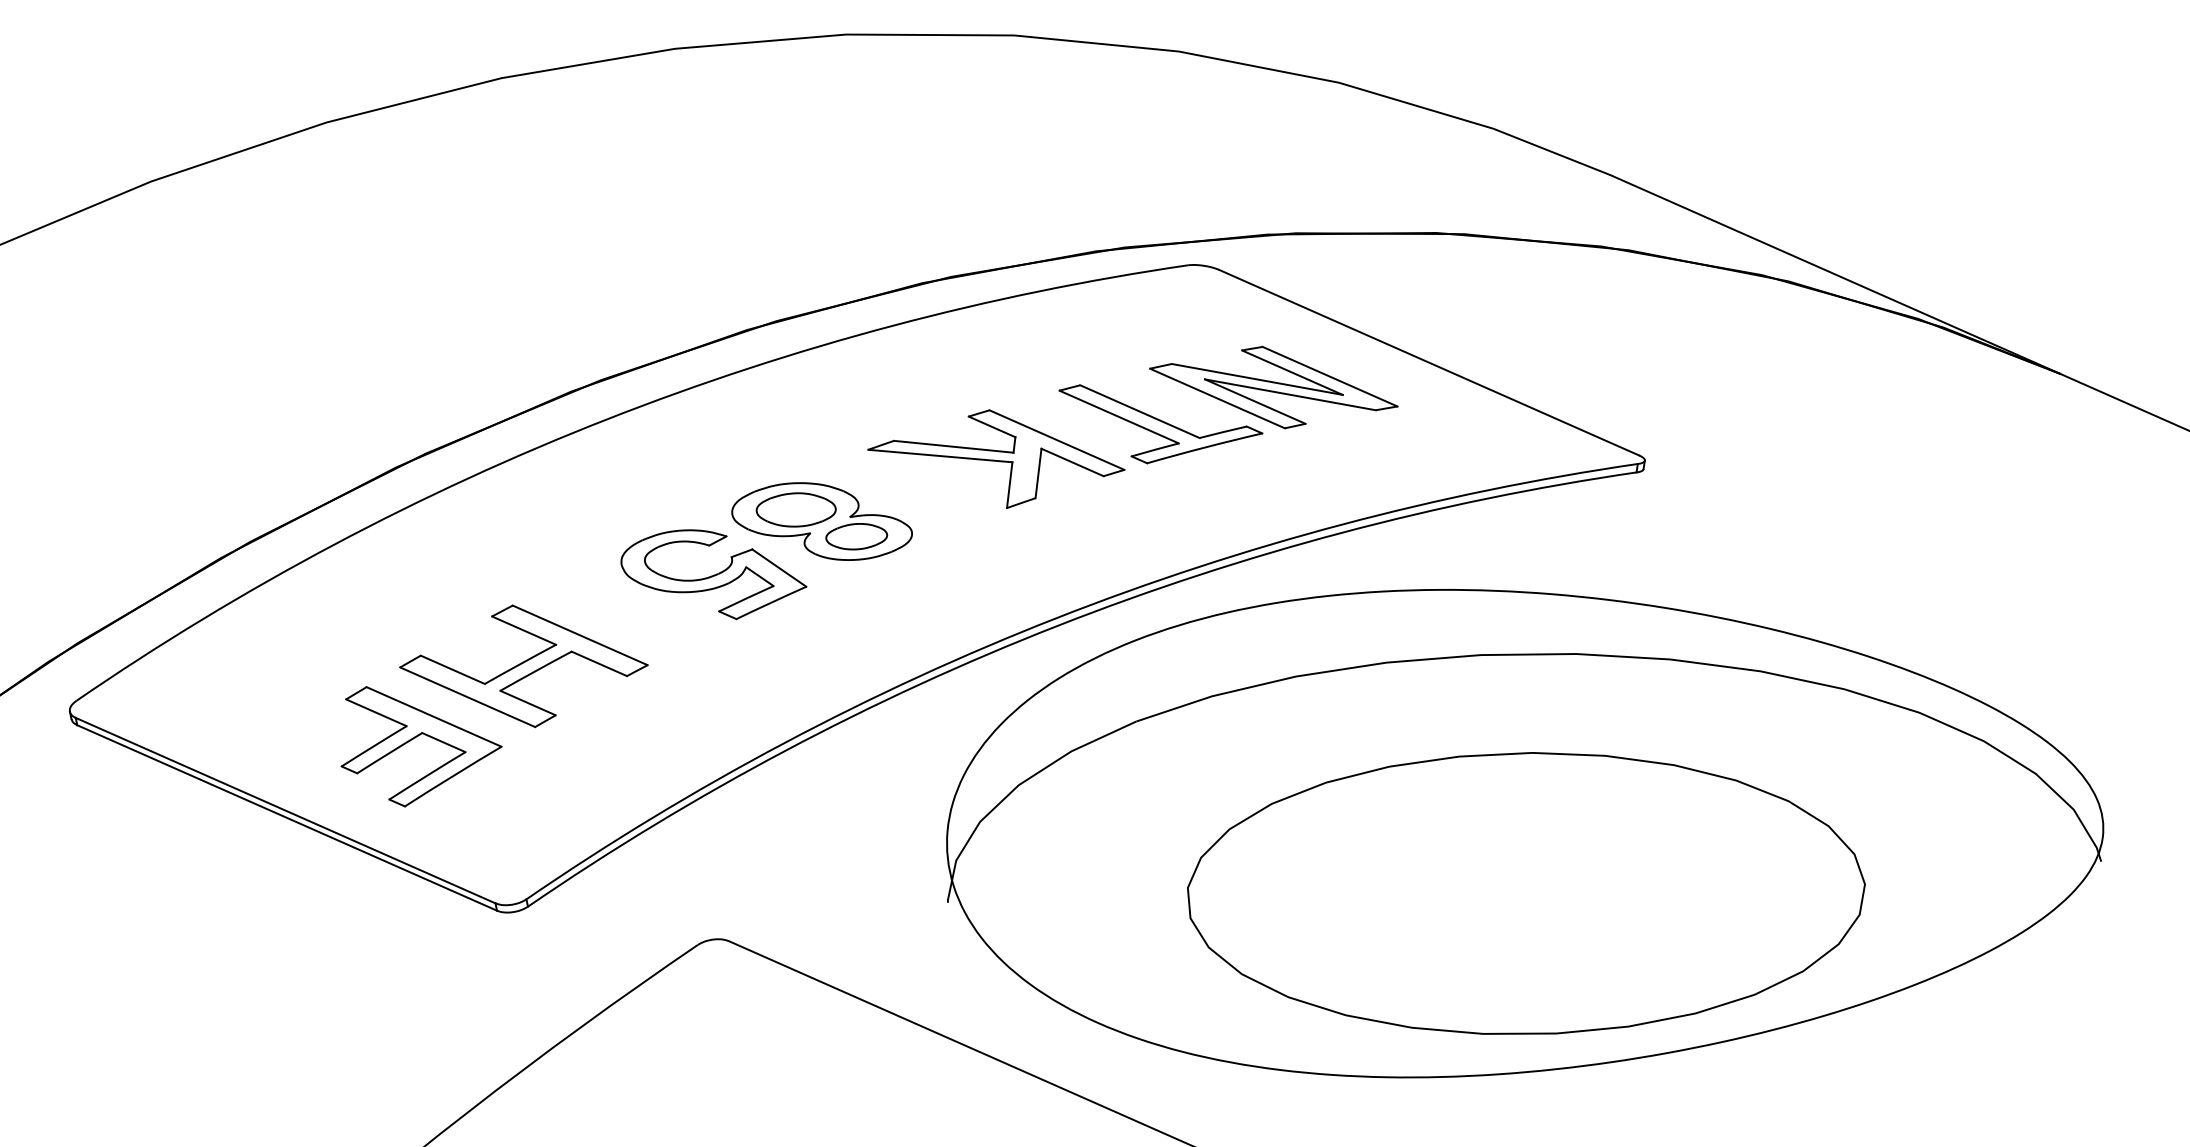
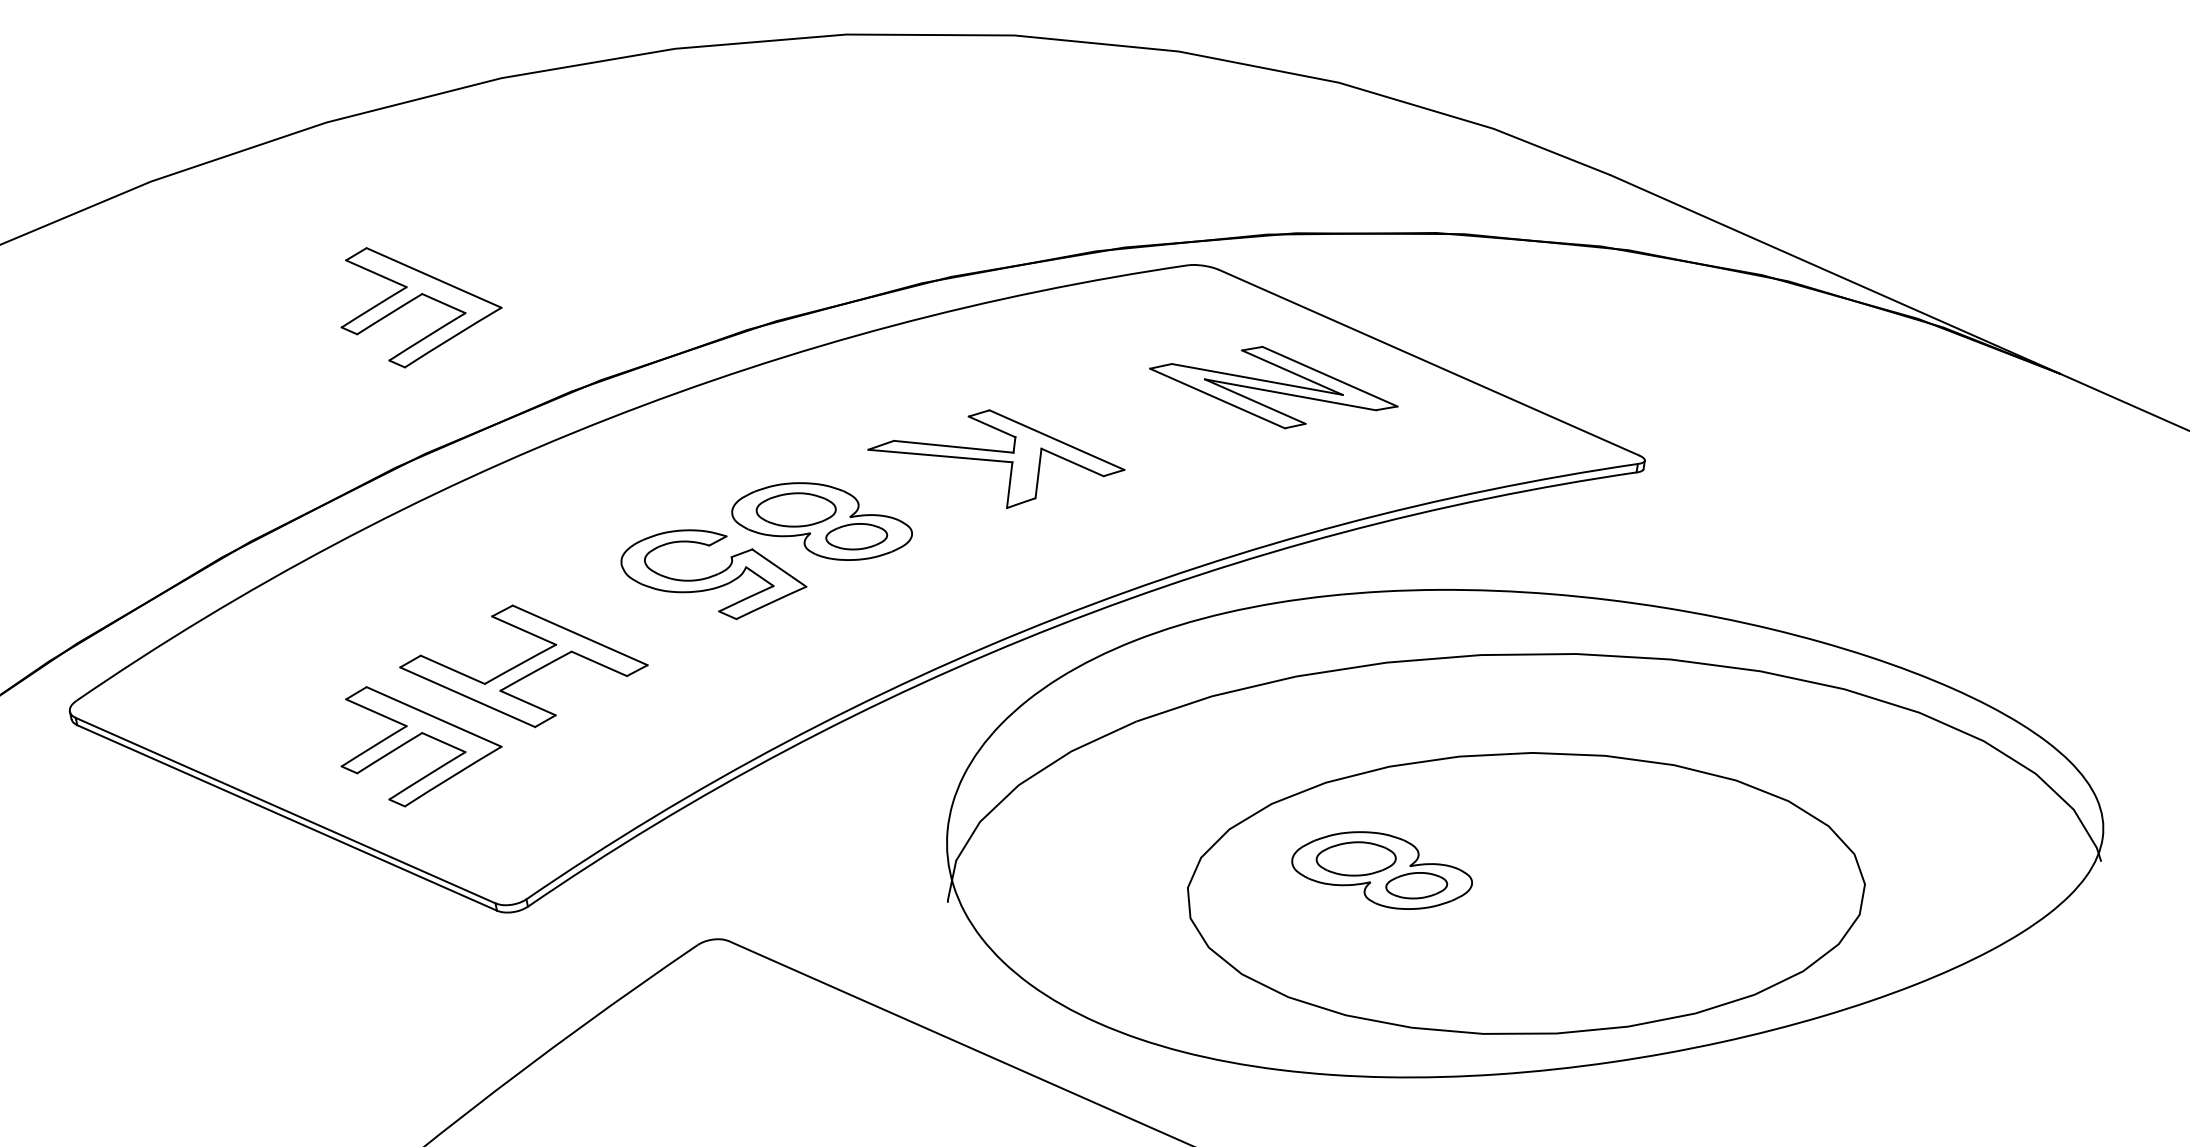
part at (415, 299): none -> present
part at (1160, 424): present -> none
part at (1381, 870): none -> present
